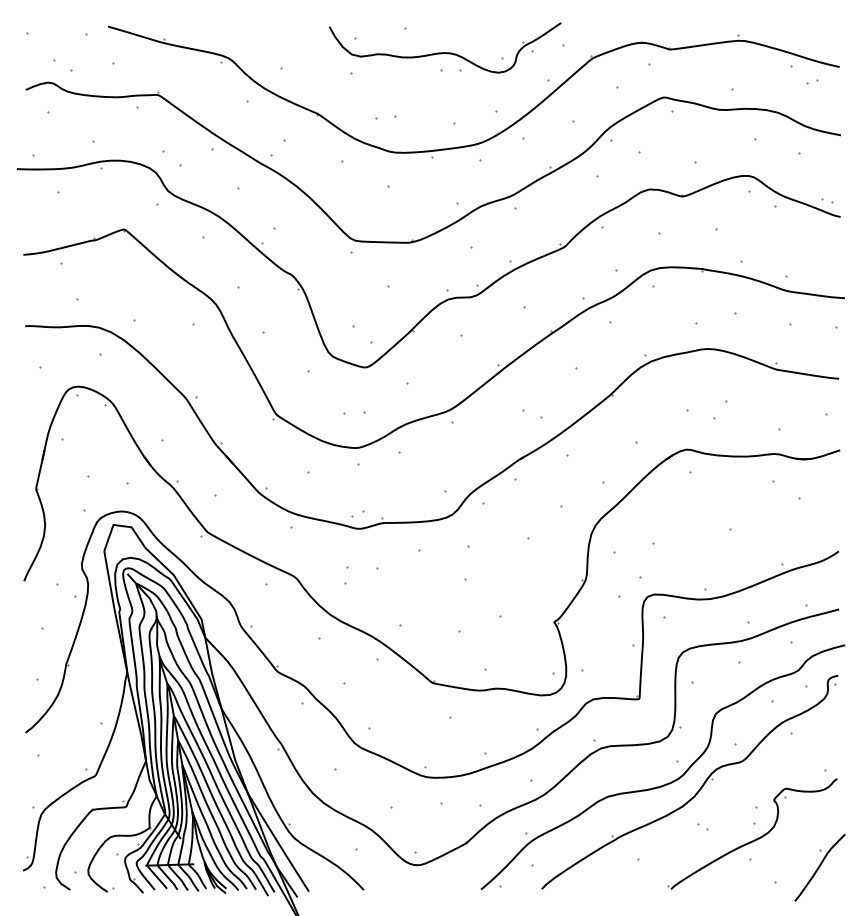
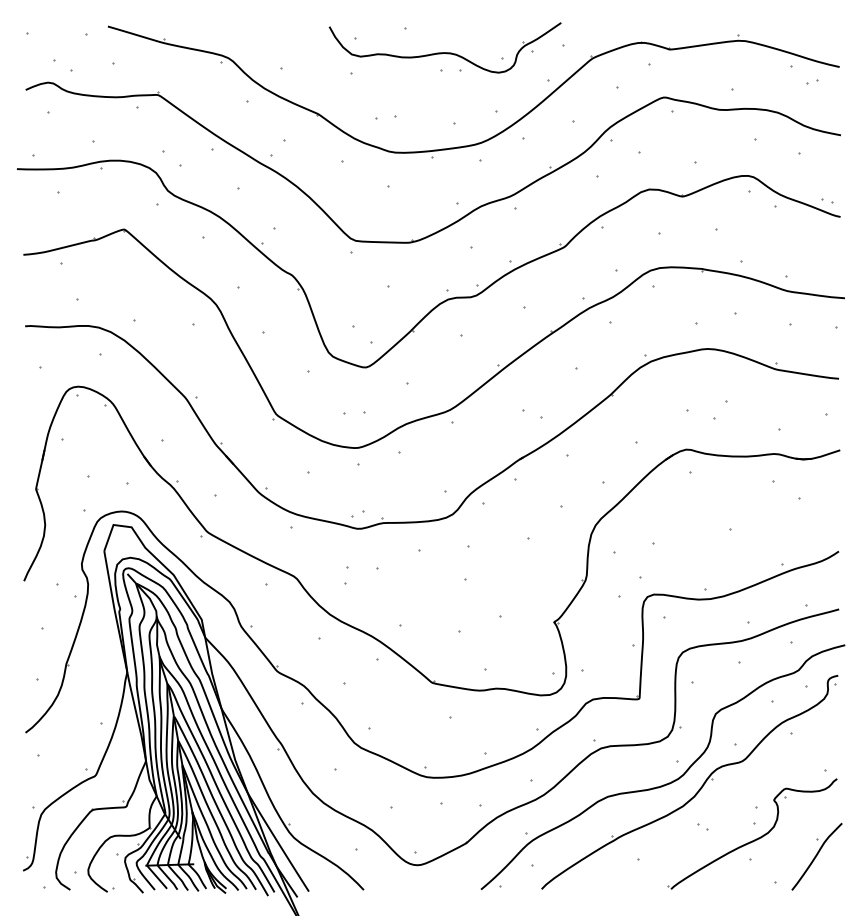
part at (819, 867) position: (819, 867) -> (816, 856)
